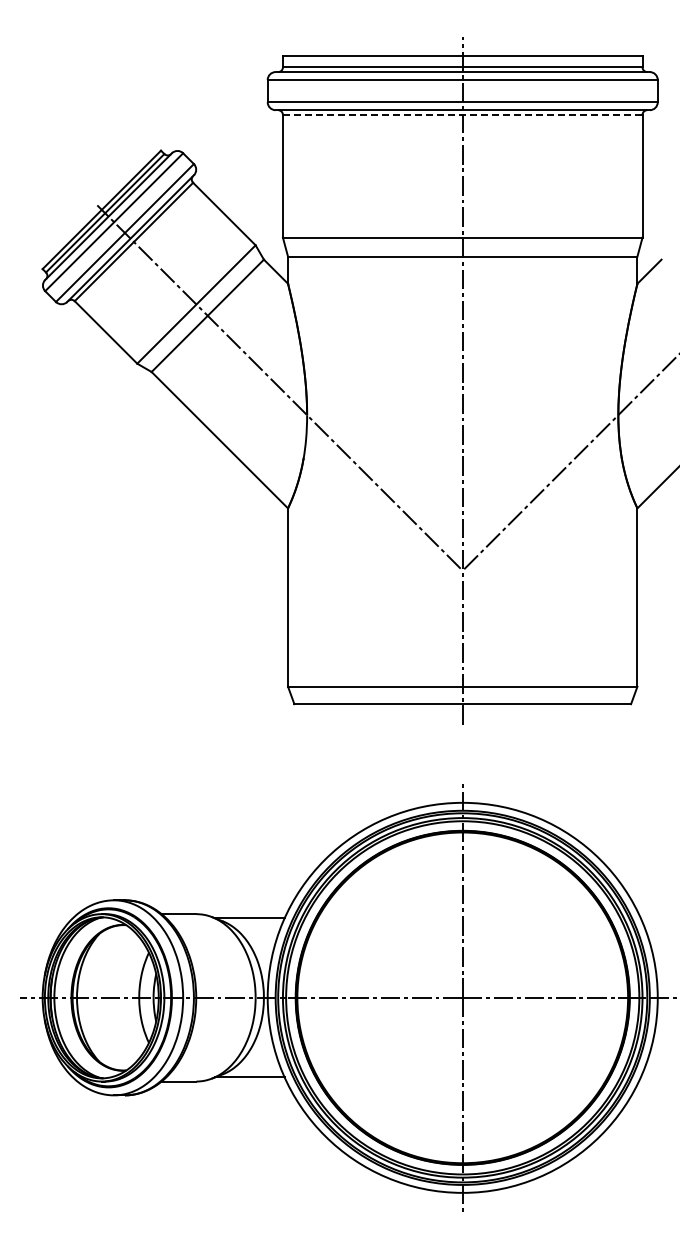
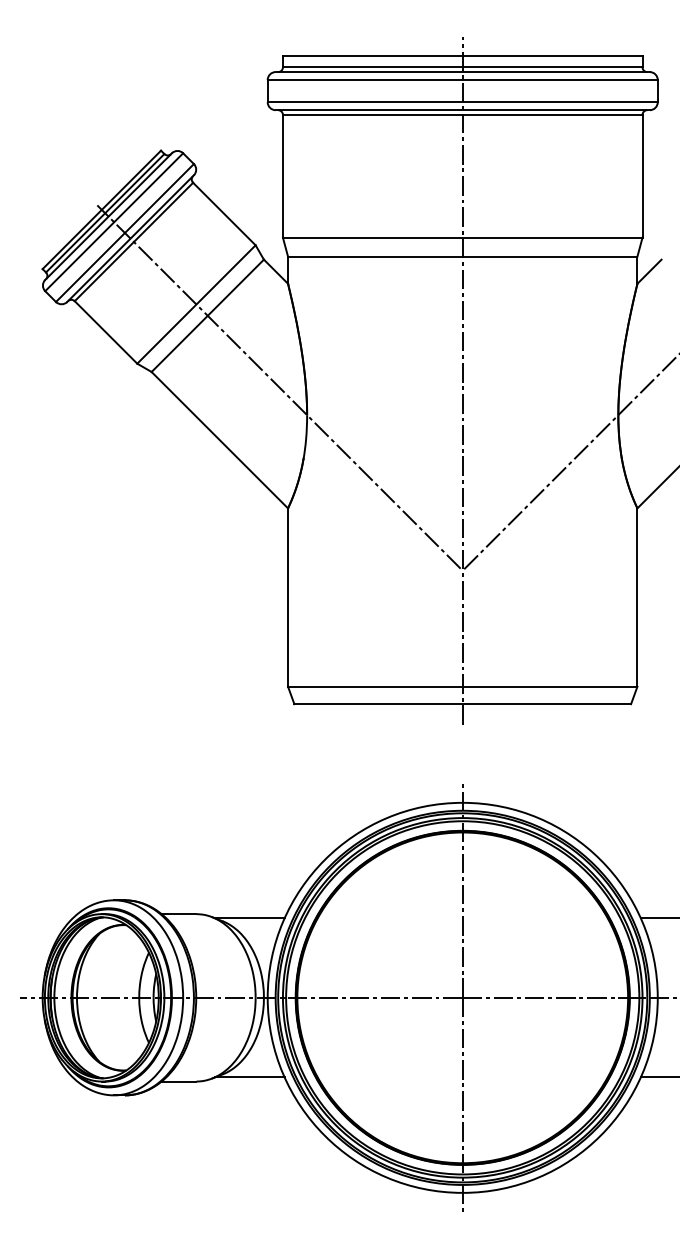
line at (462, 114): dashed -> solid
line at (658, 918): none -> present
line at (658, 1077): none -> present
